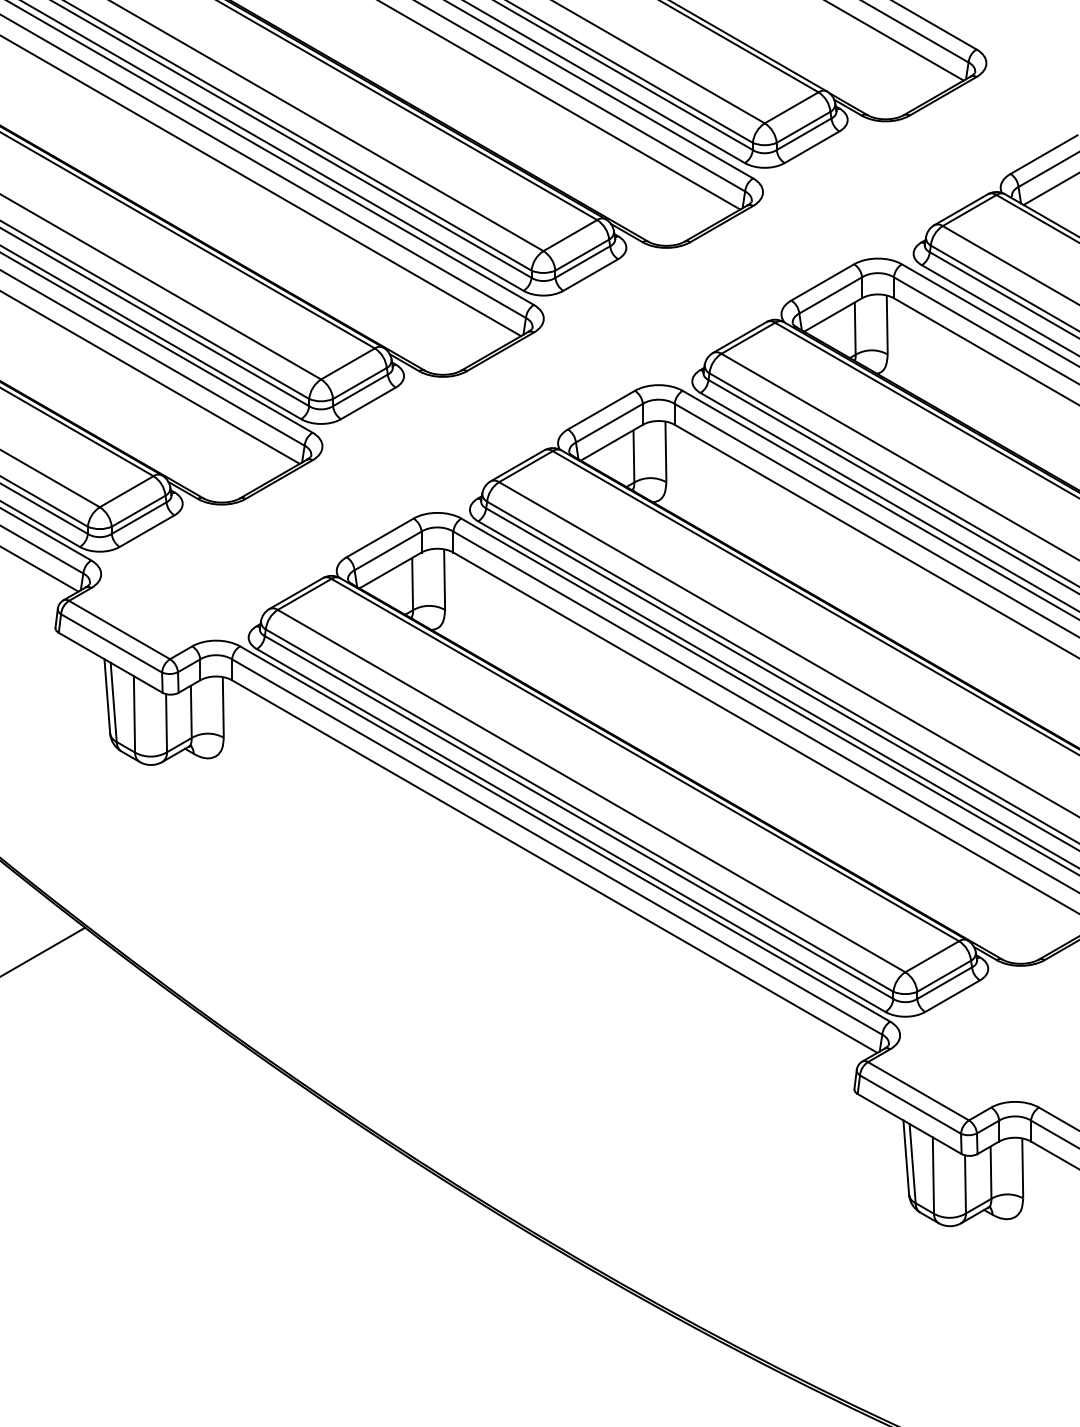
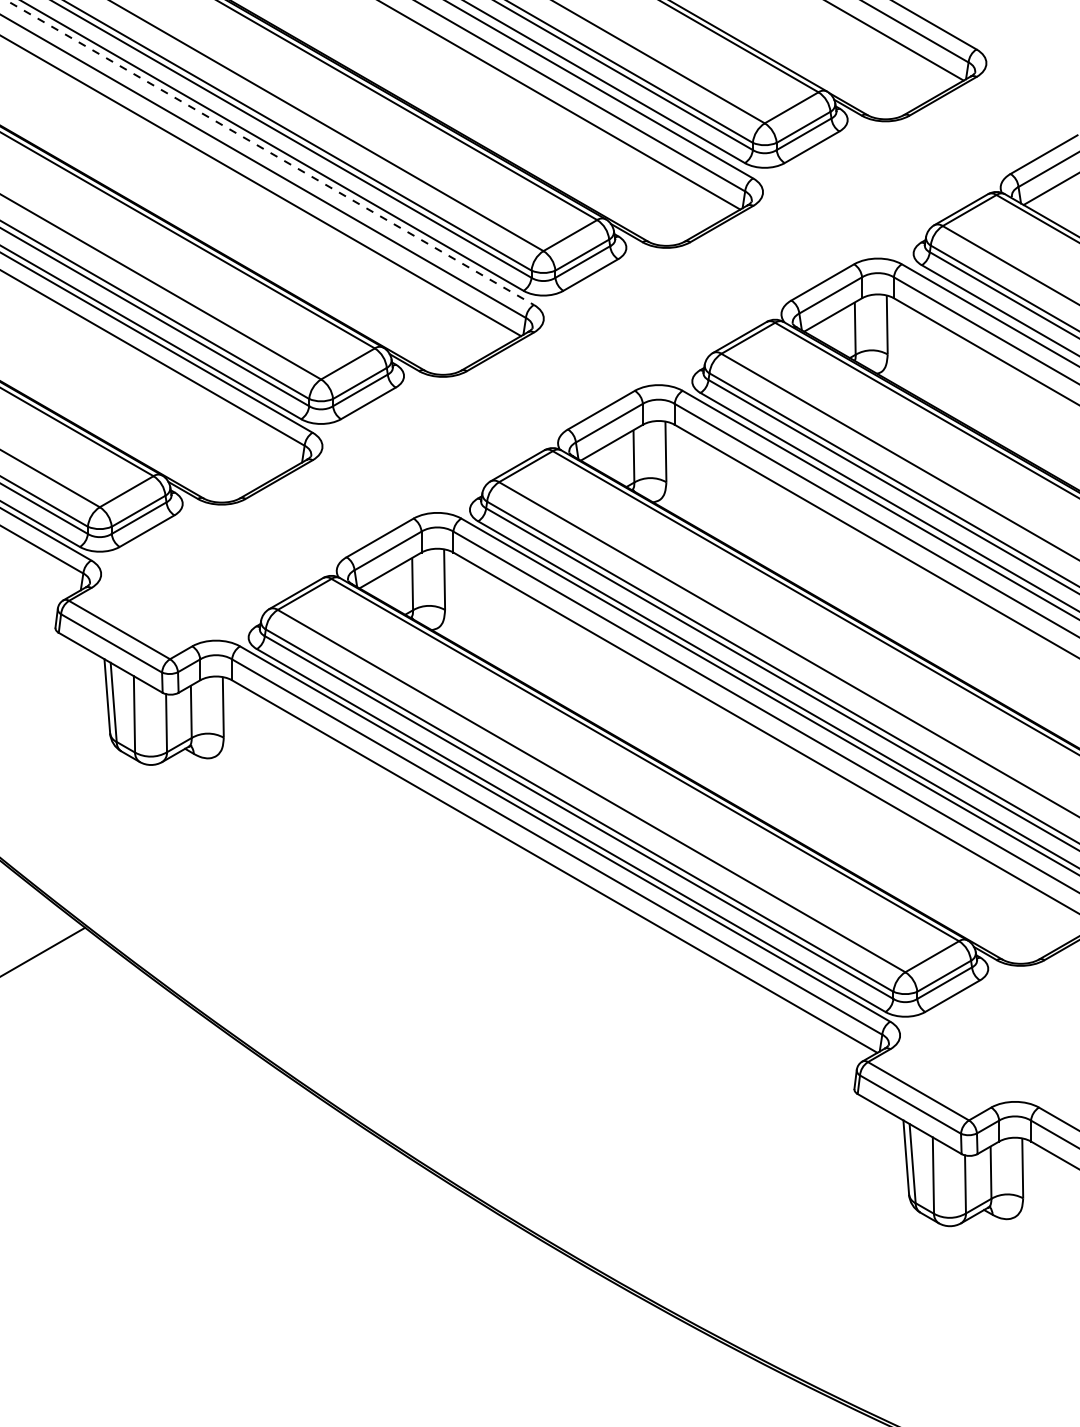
line at (269, 152): solid -> dashed
line at (150, 377): present -> none
line at (40, 569): present -> none
